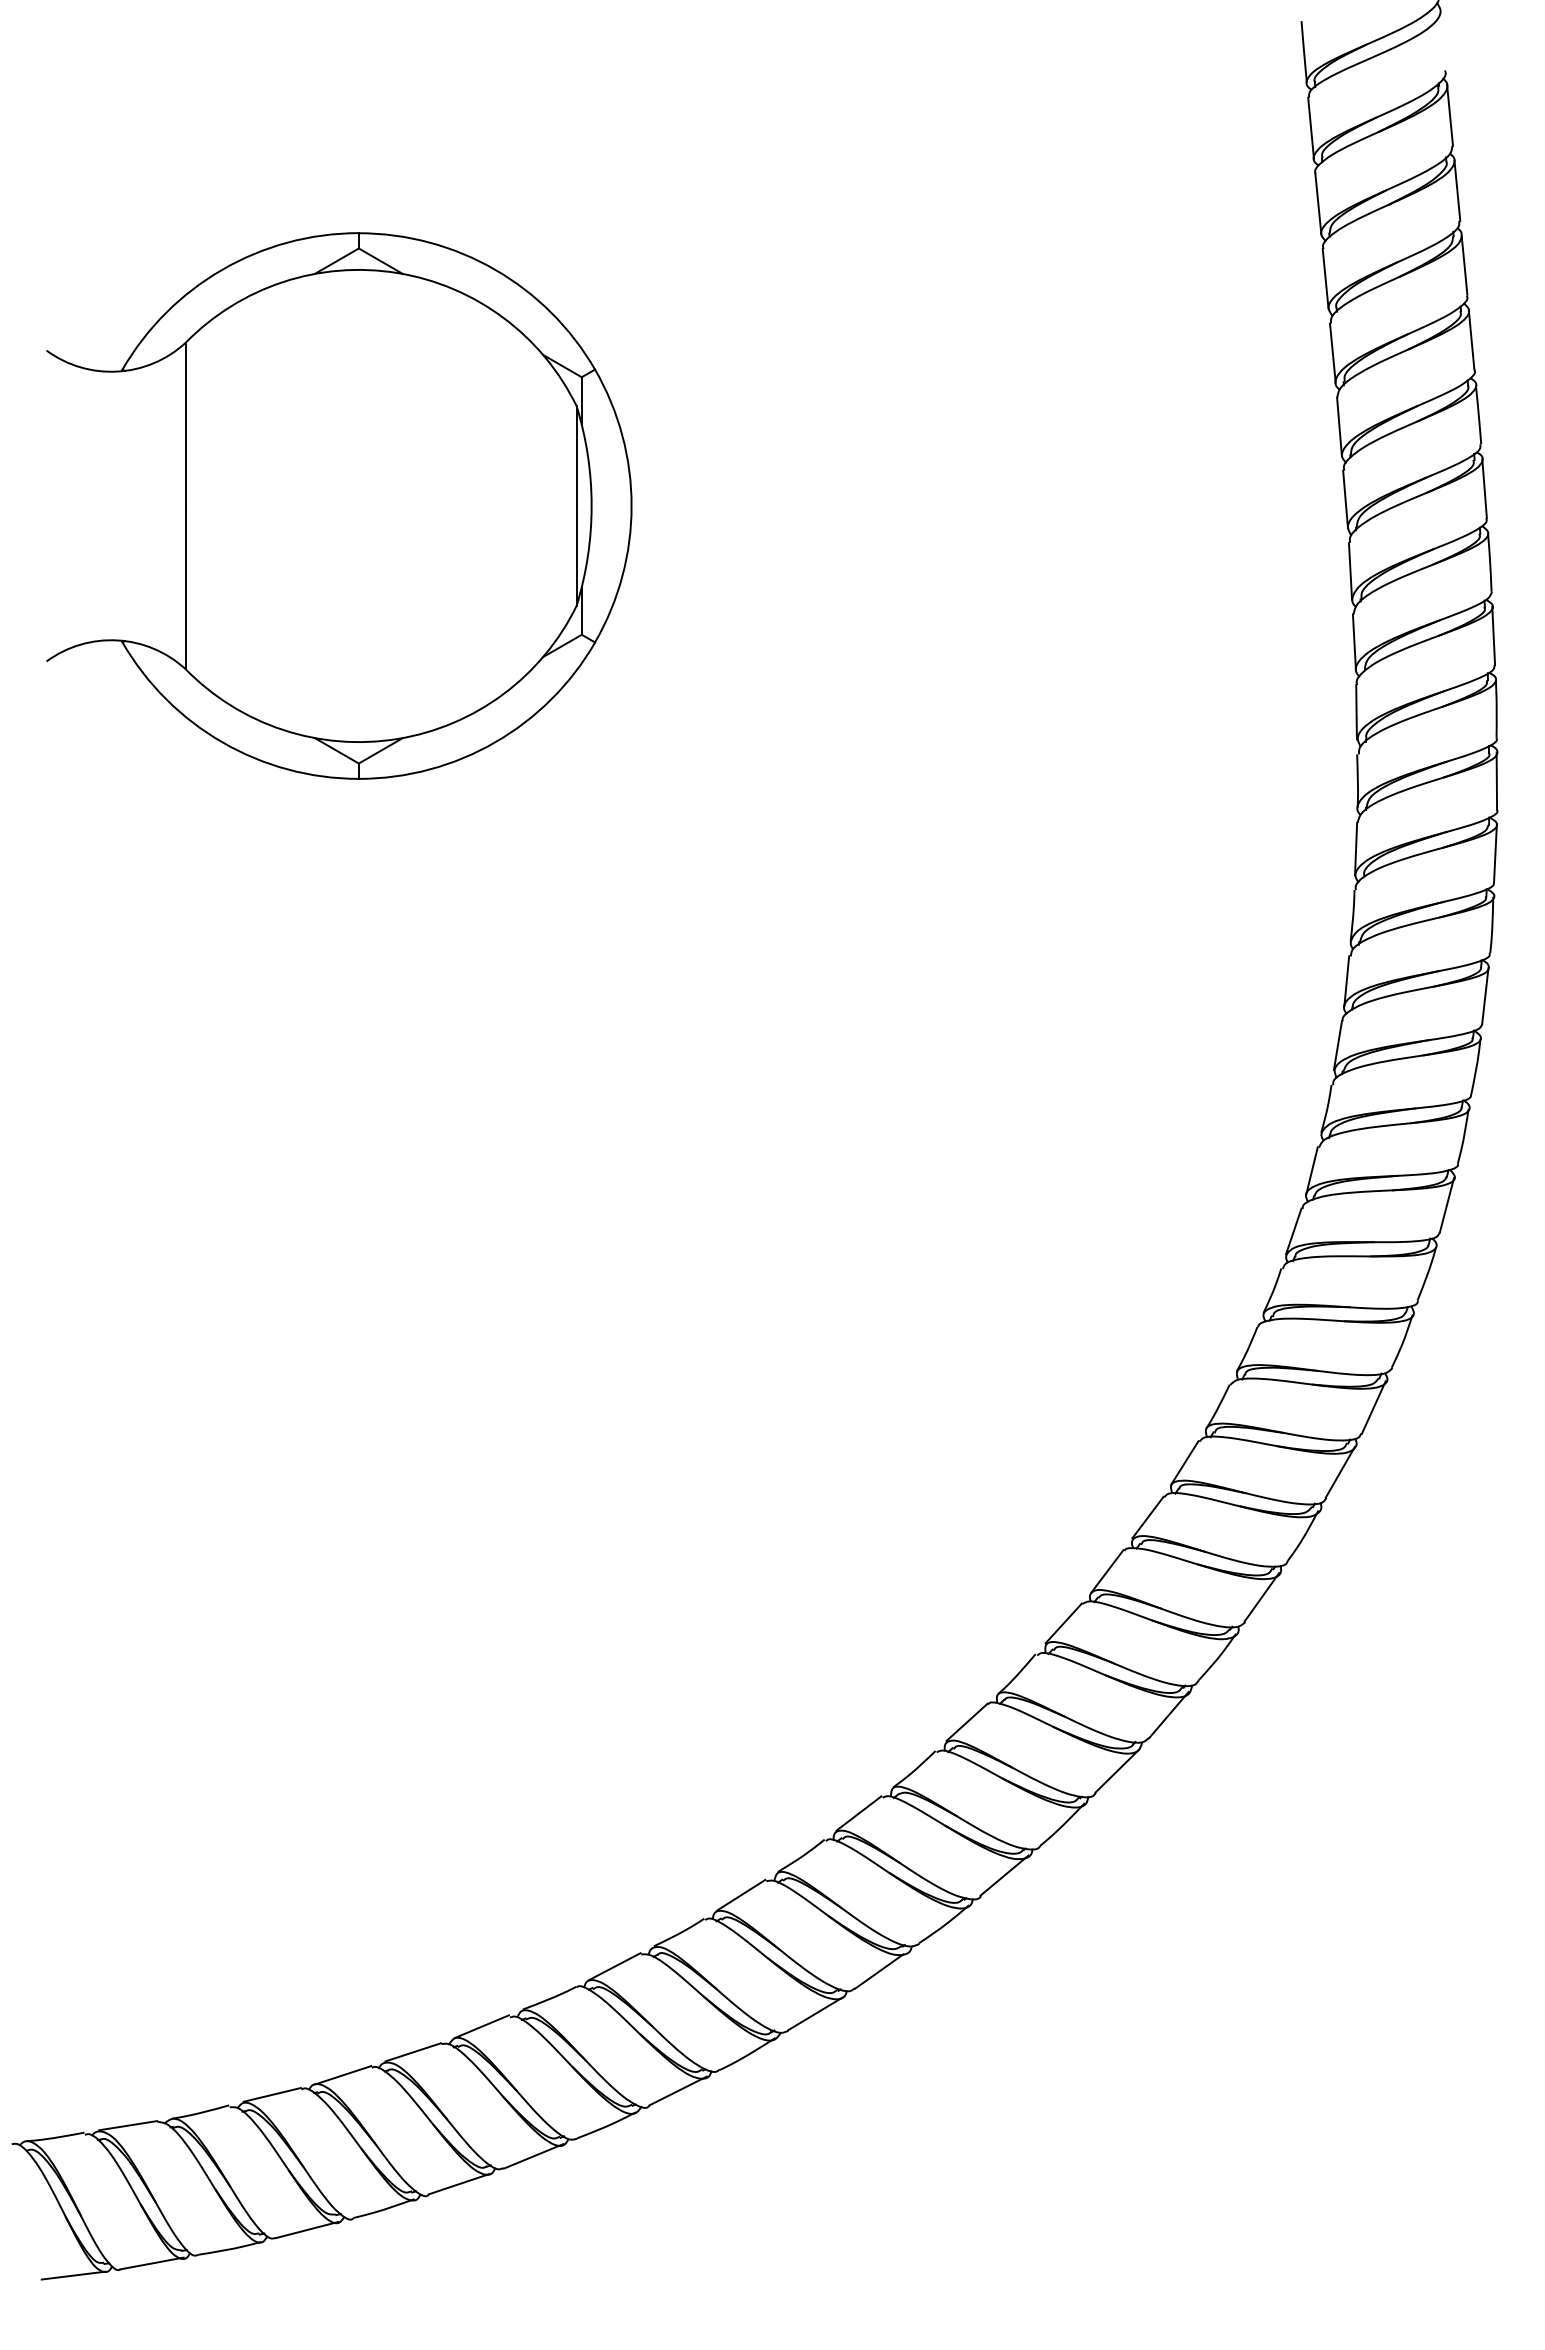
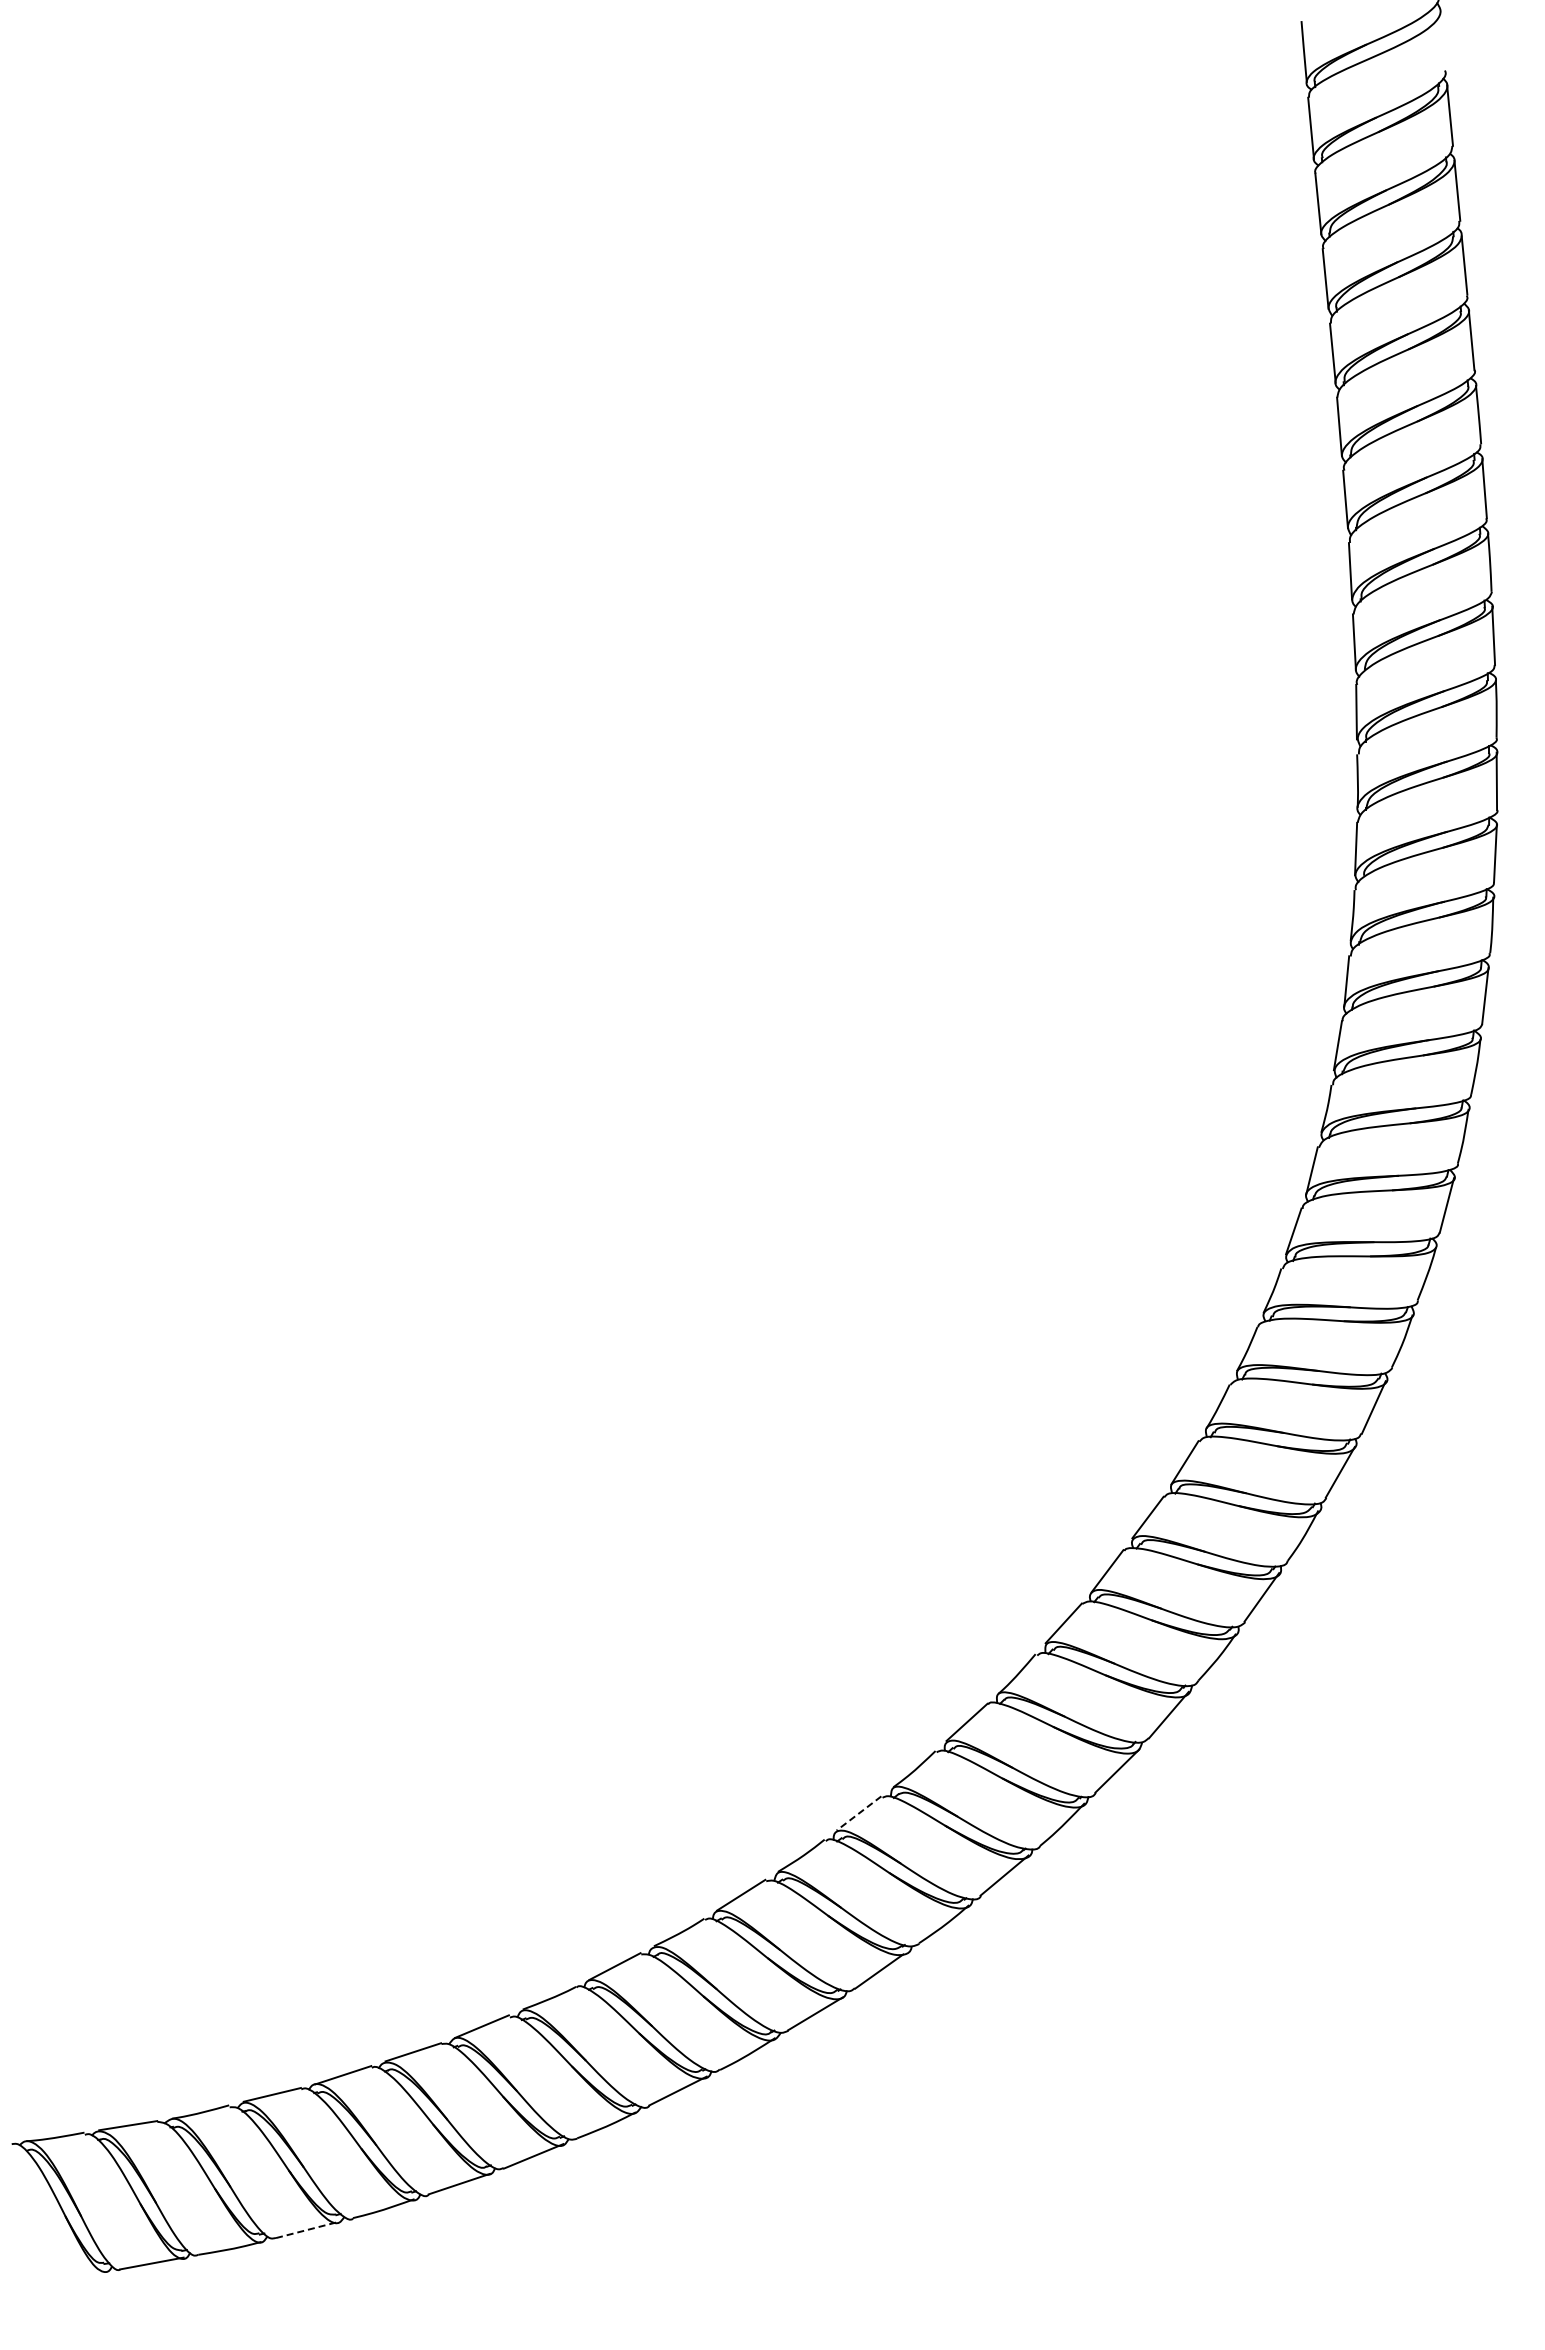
part at (339, 505): present -> none
line at (858, 1813): solid -> dashed
line at (307, 2229): solid -> dashed
line at (73, 2275): present -> none
